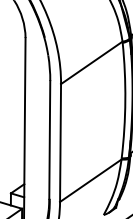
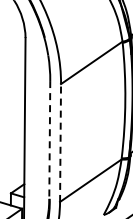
line at (49, 139): solid -> dashed
line at (60, 143): solid -> dashed
